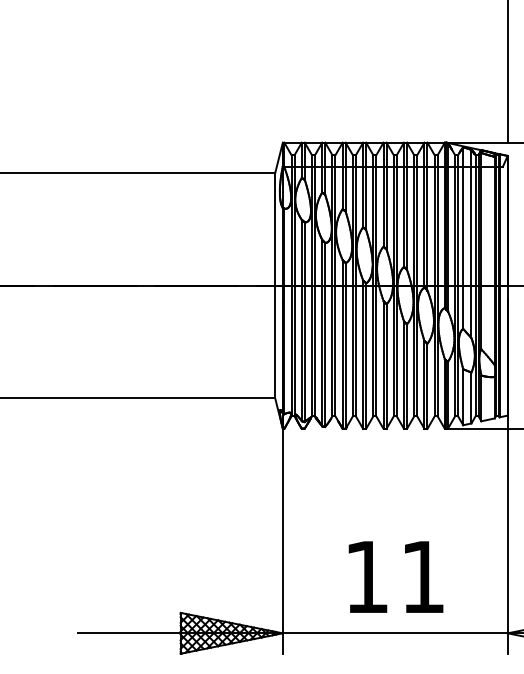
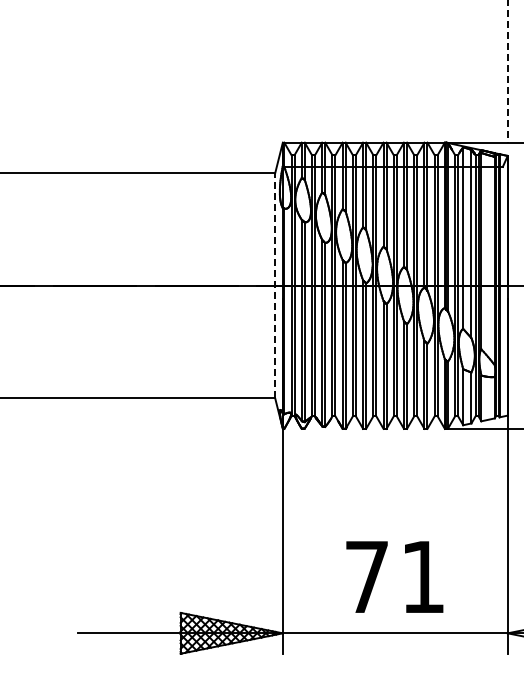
line at (507, 71): solid -> dashed
line at (275, 285): solid -> dashed
text at (366, 576): 11 -> 71
